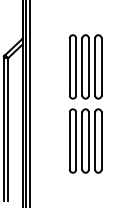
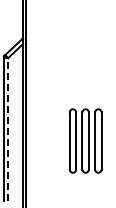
part at (85, 66): present -> none
line at (29, 103): present -> none
line at (8, 129): solid -> dashed
